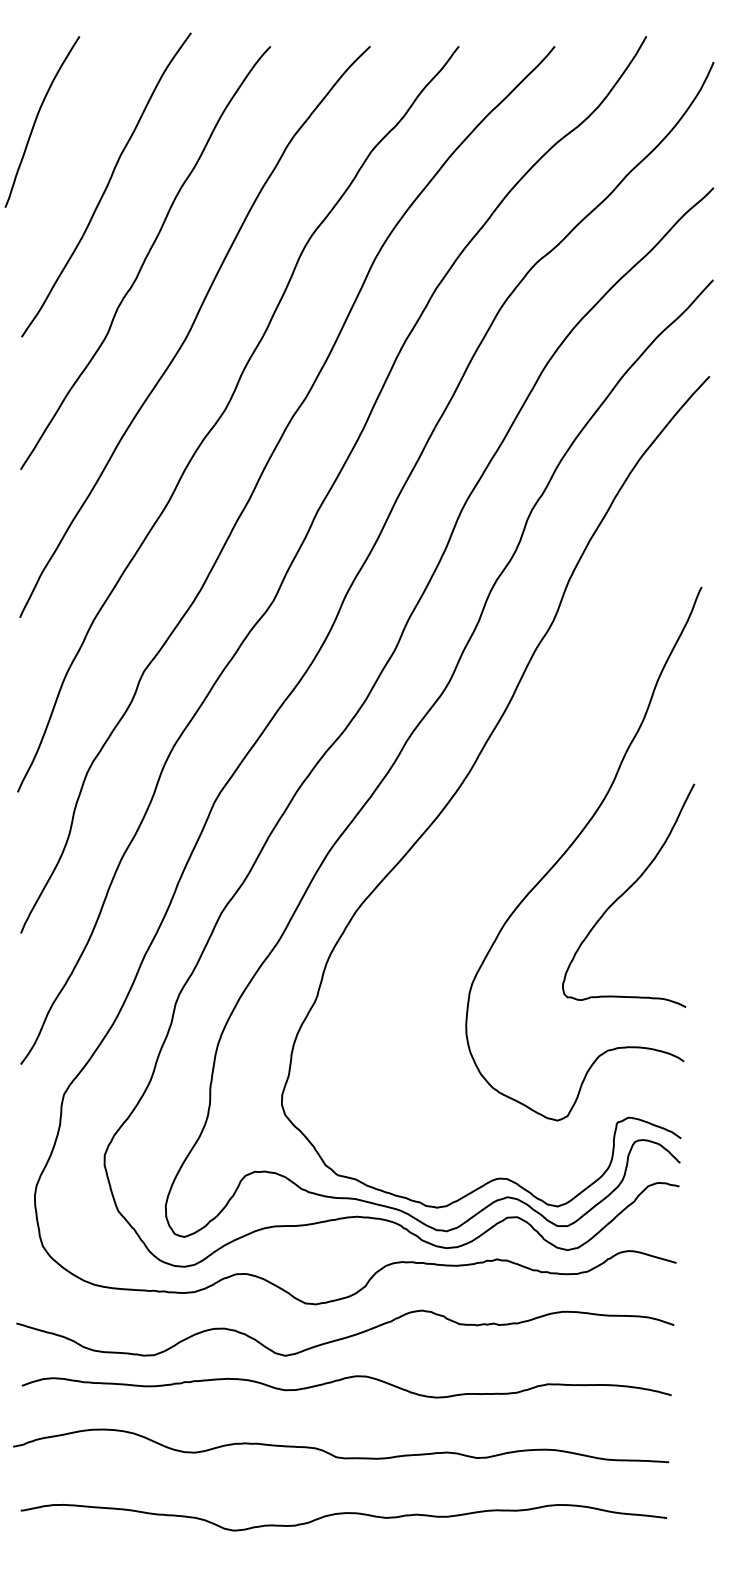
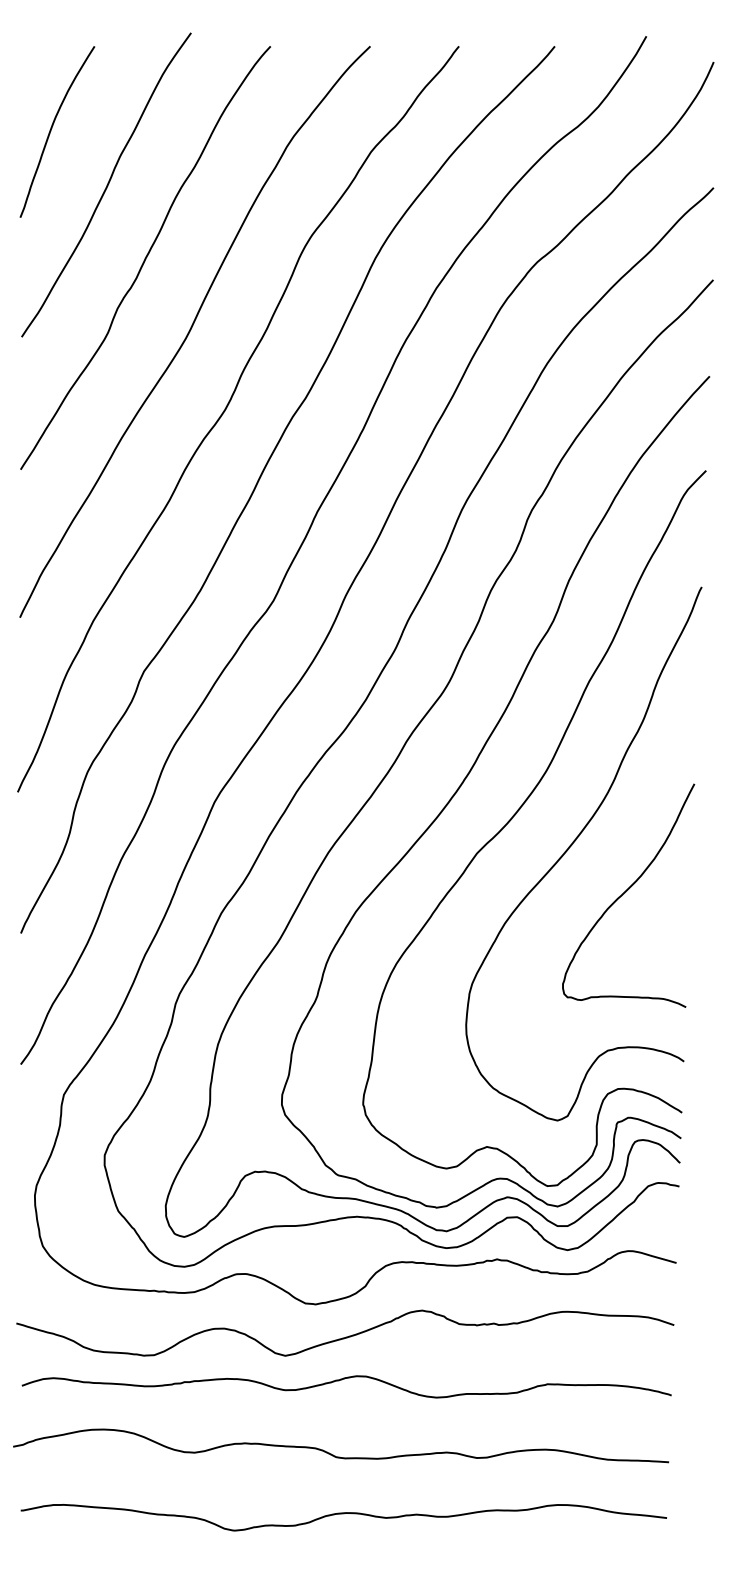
curve at (37, 118) position: (37, 118) -> (52, 128)
curve at (516, 814): none -> present
